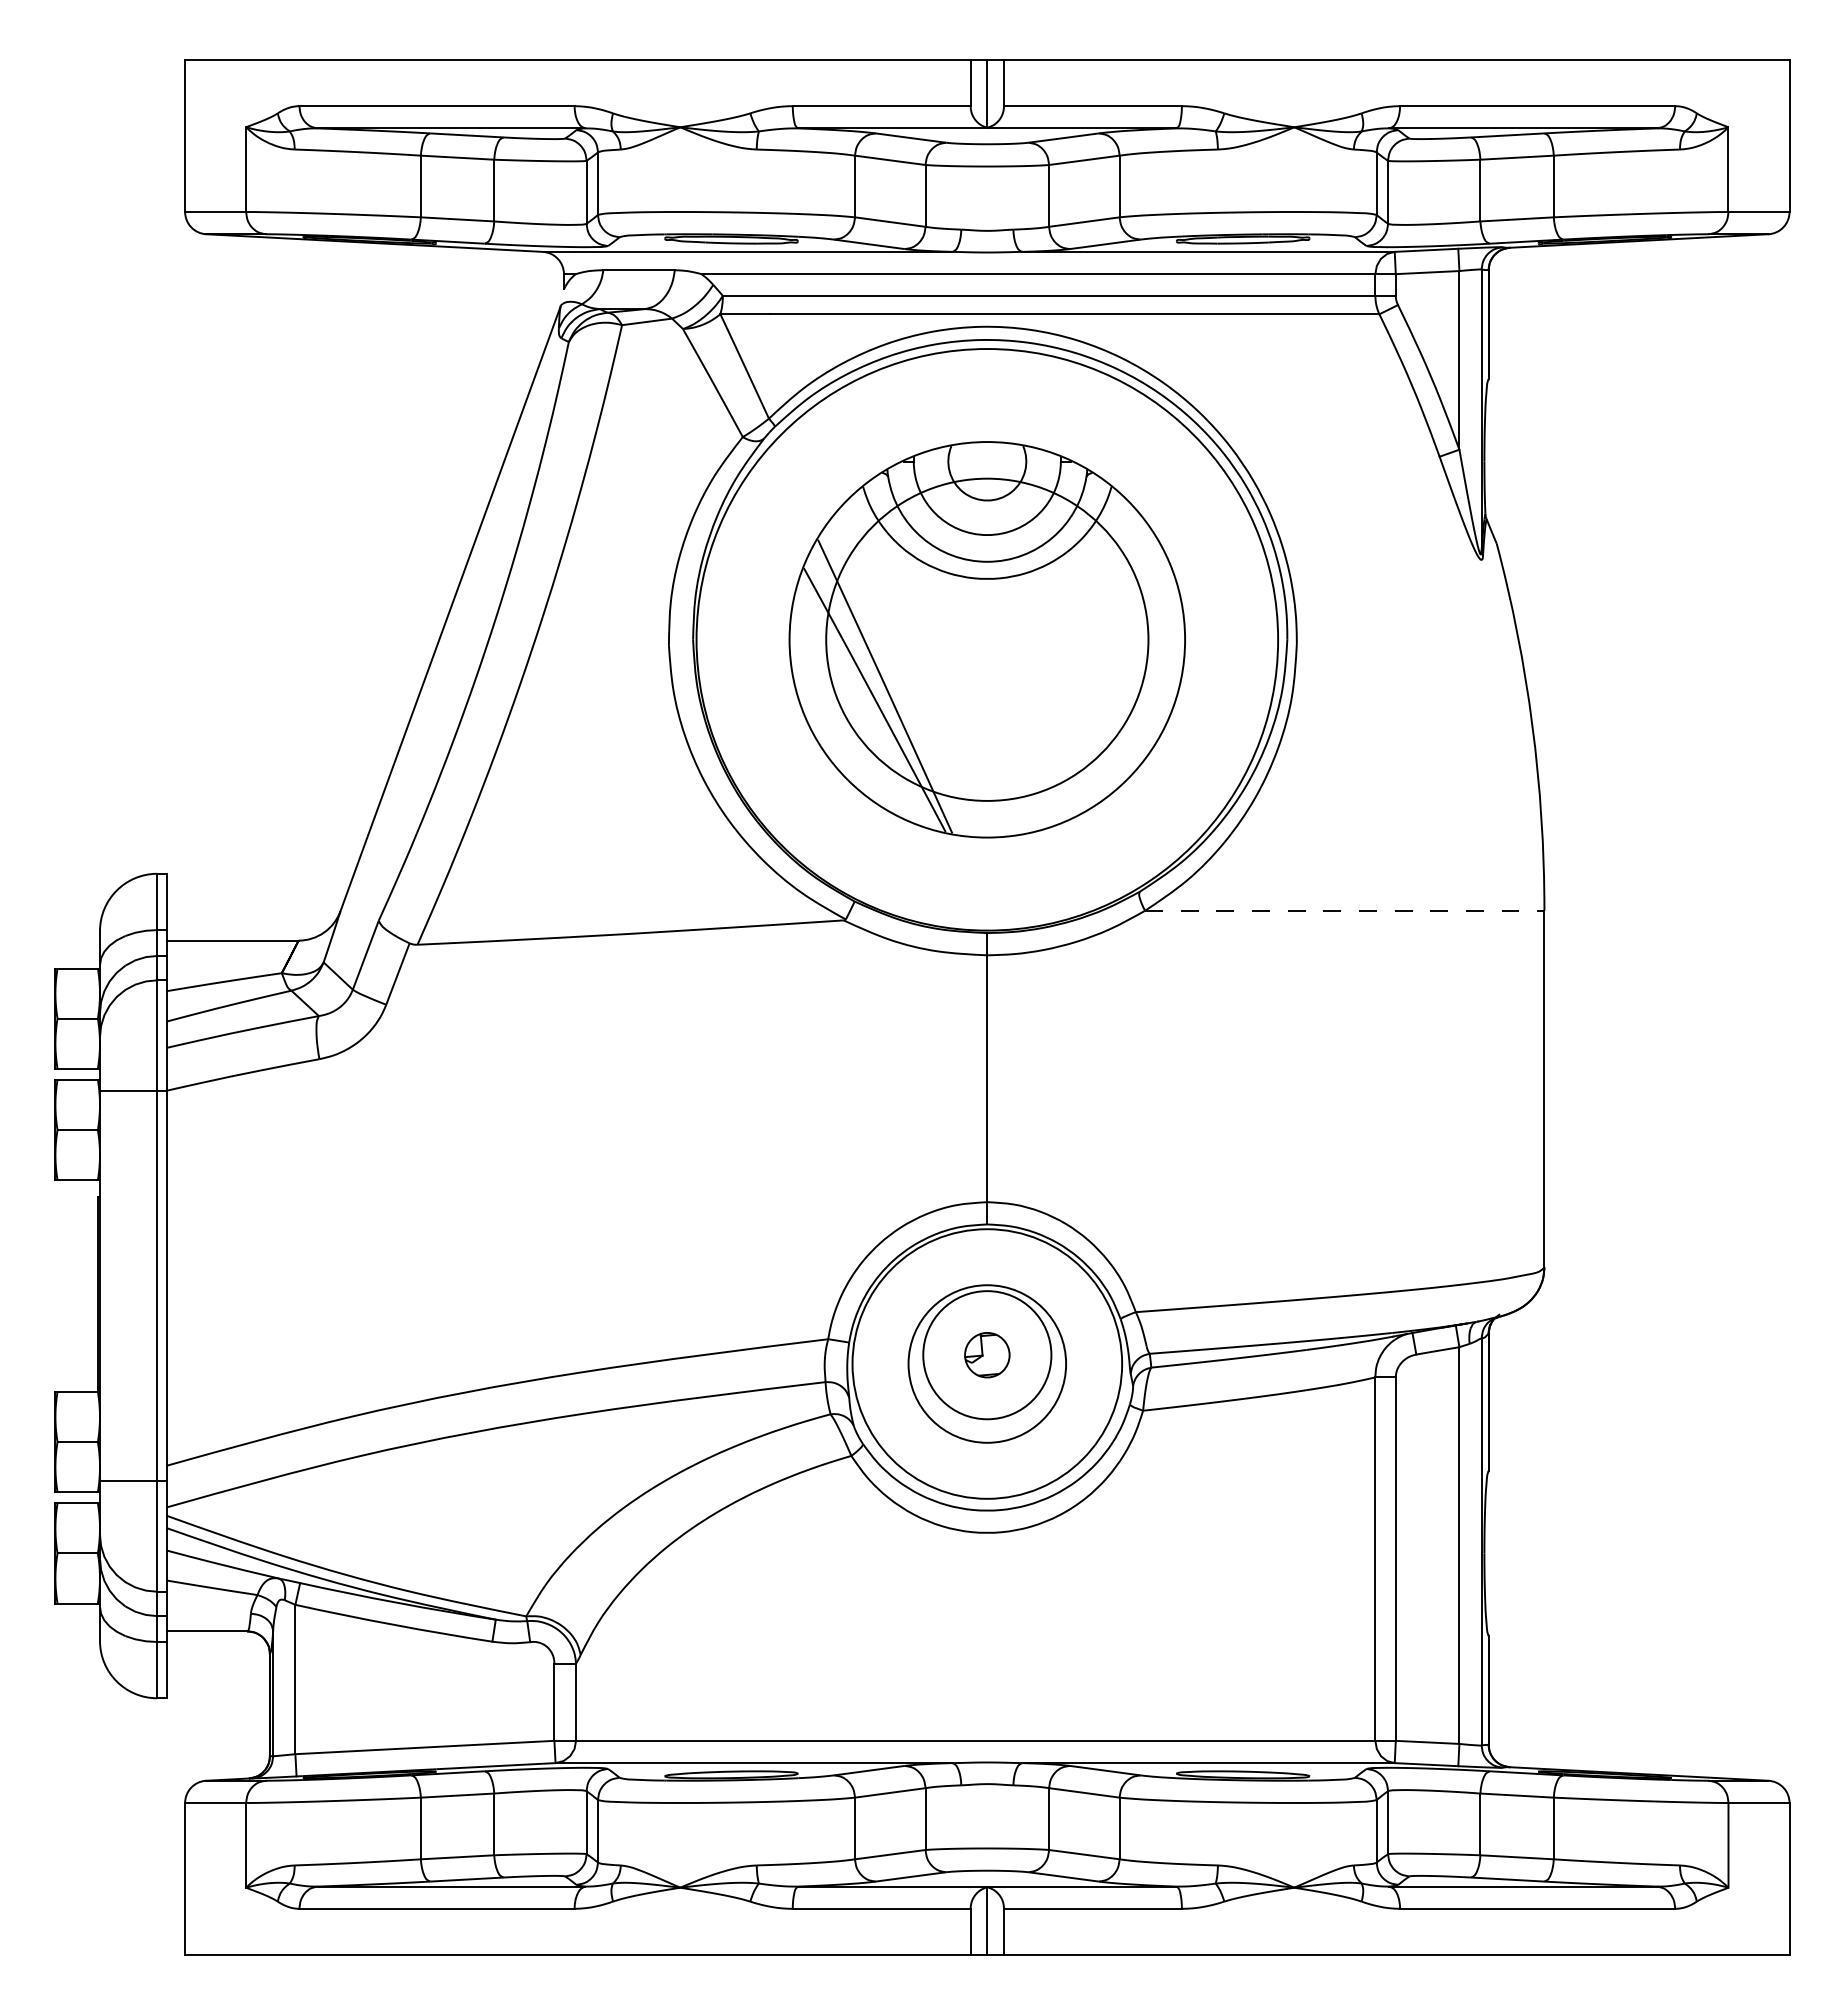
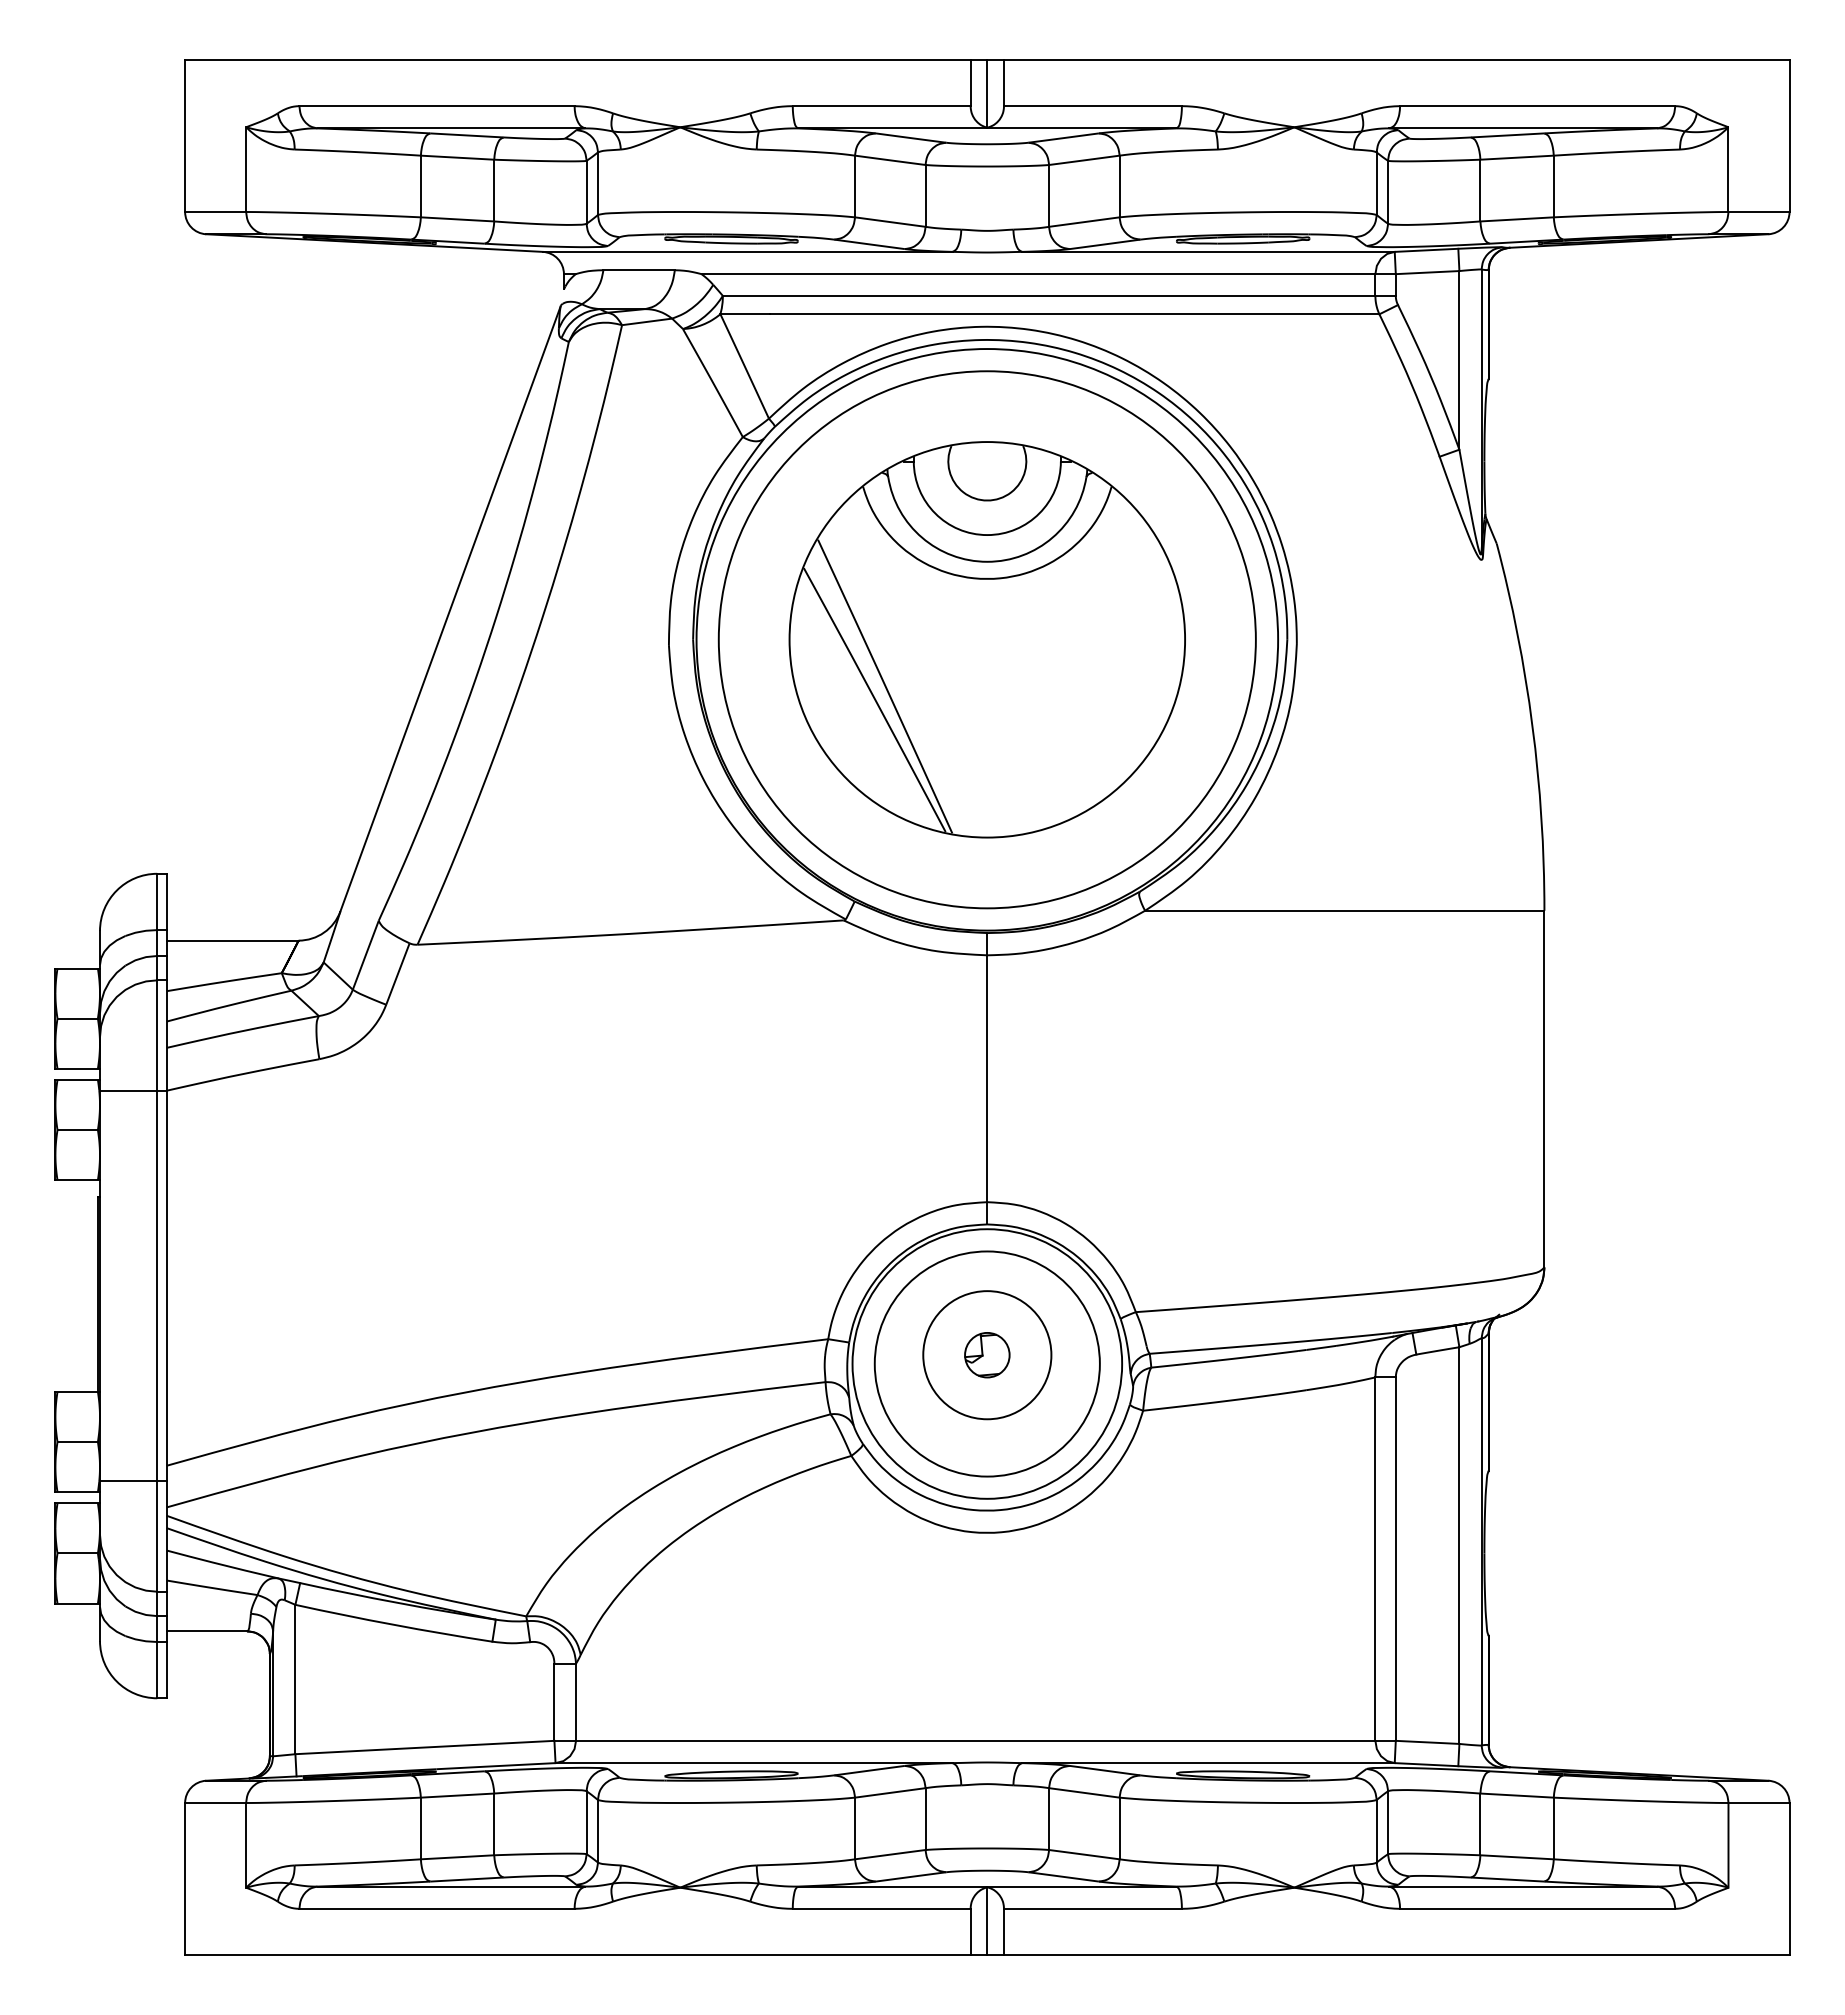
circle at (987, 639) diameter: 322 px -> 537 px
line at (1344, 910): dashed -> solid
circle at (987, 1363) diameter: 158 px -> 225 px
